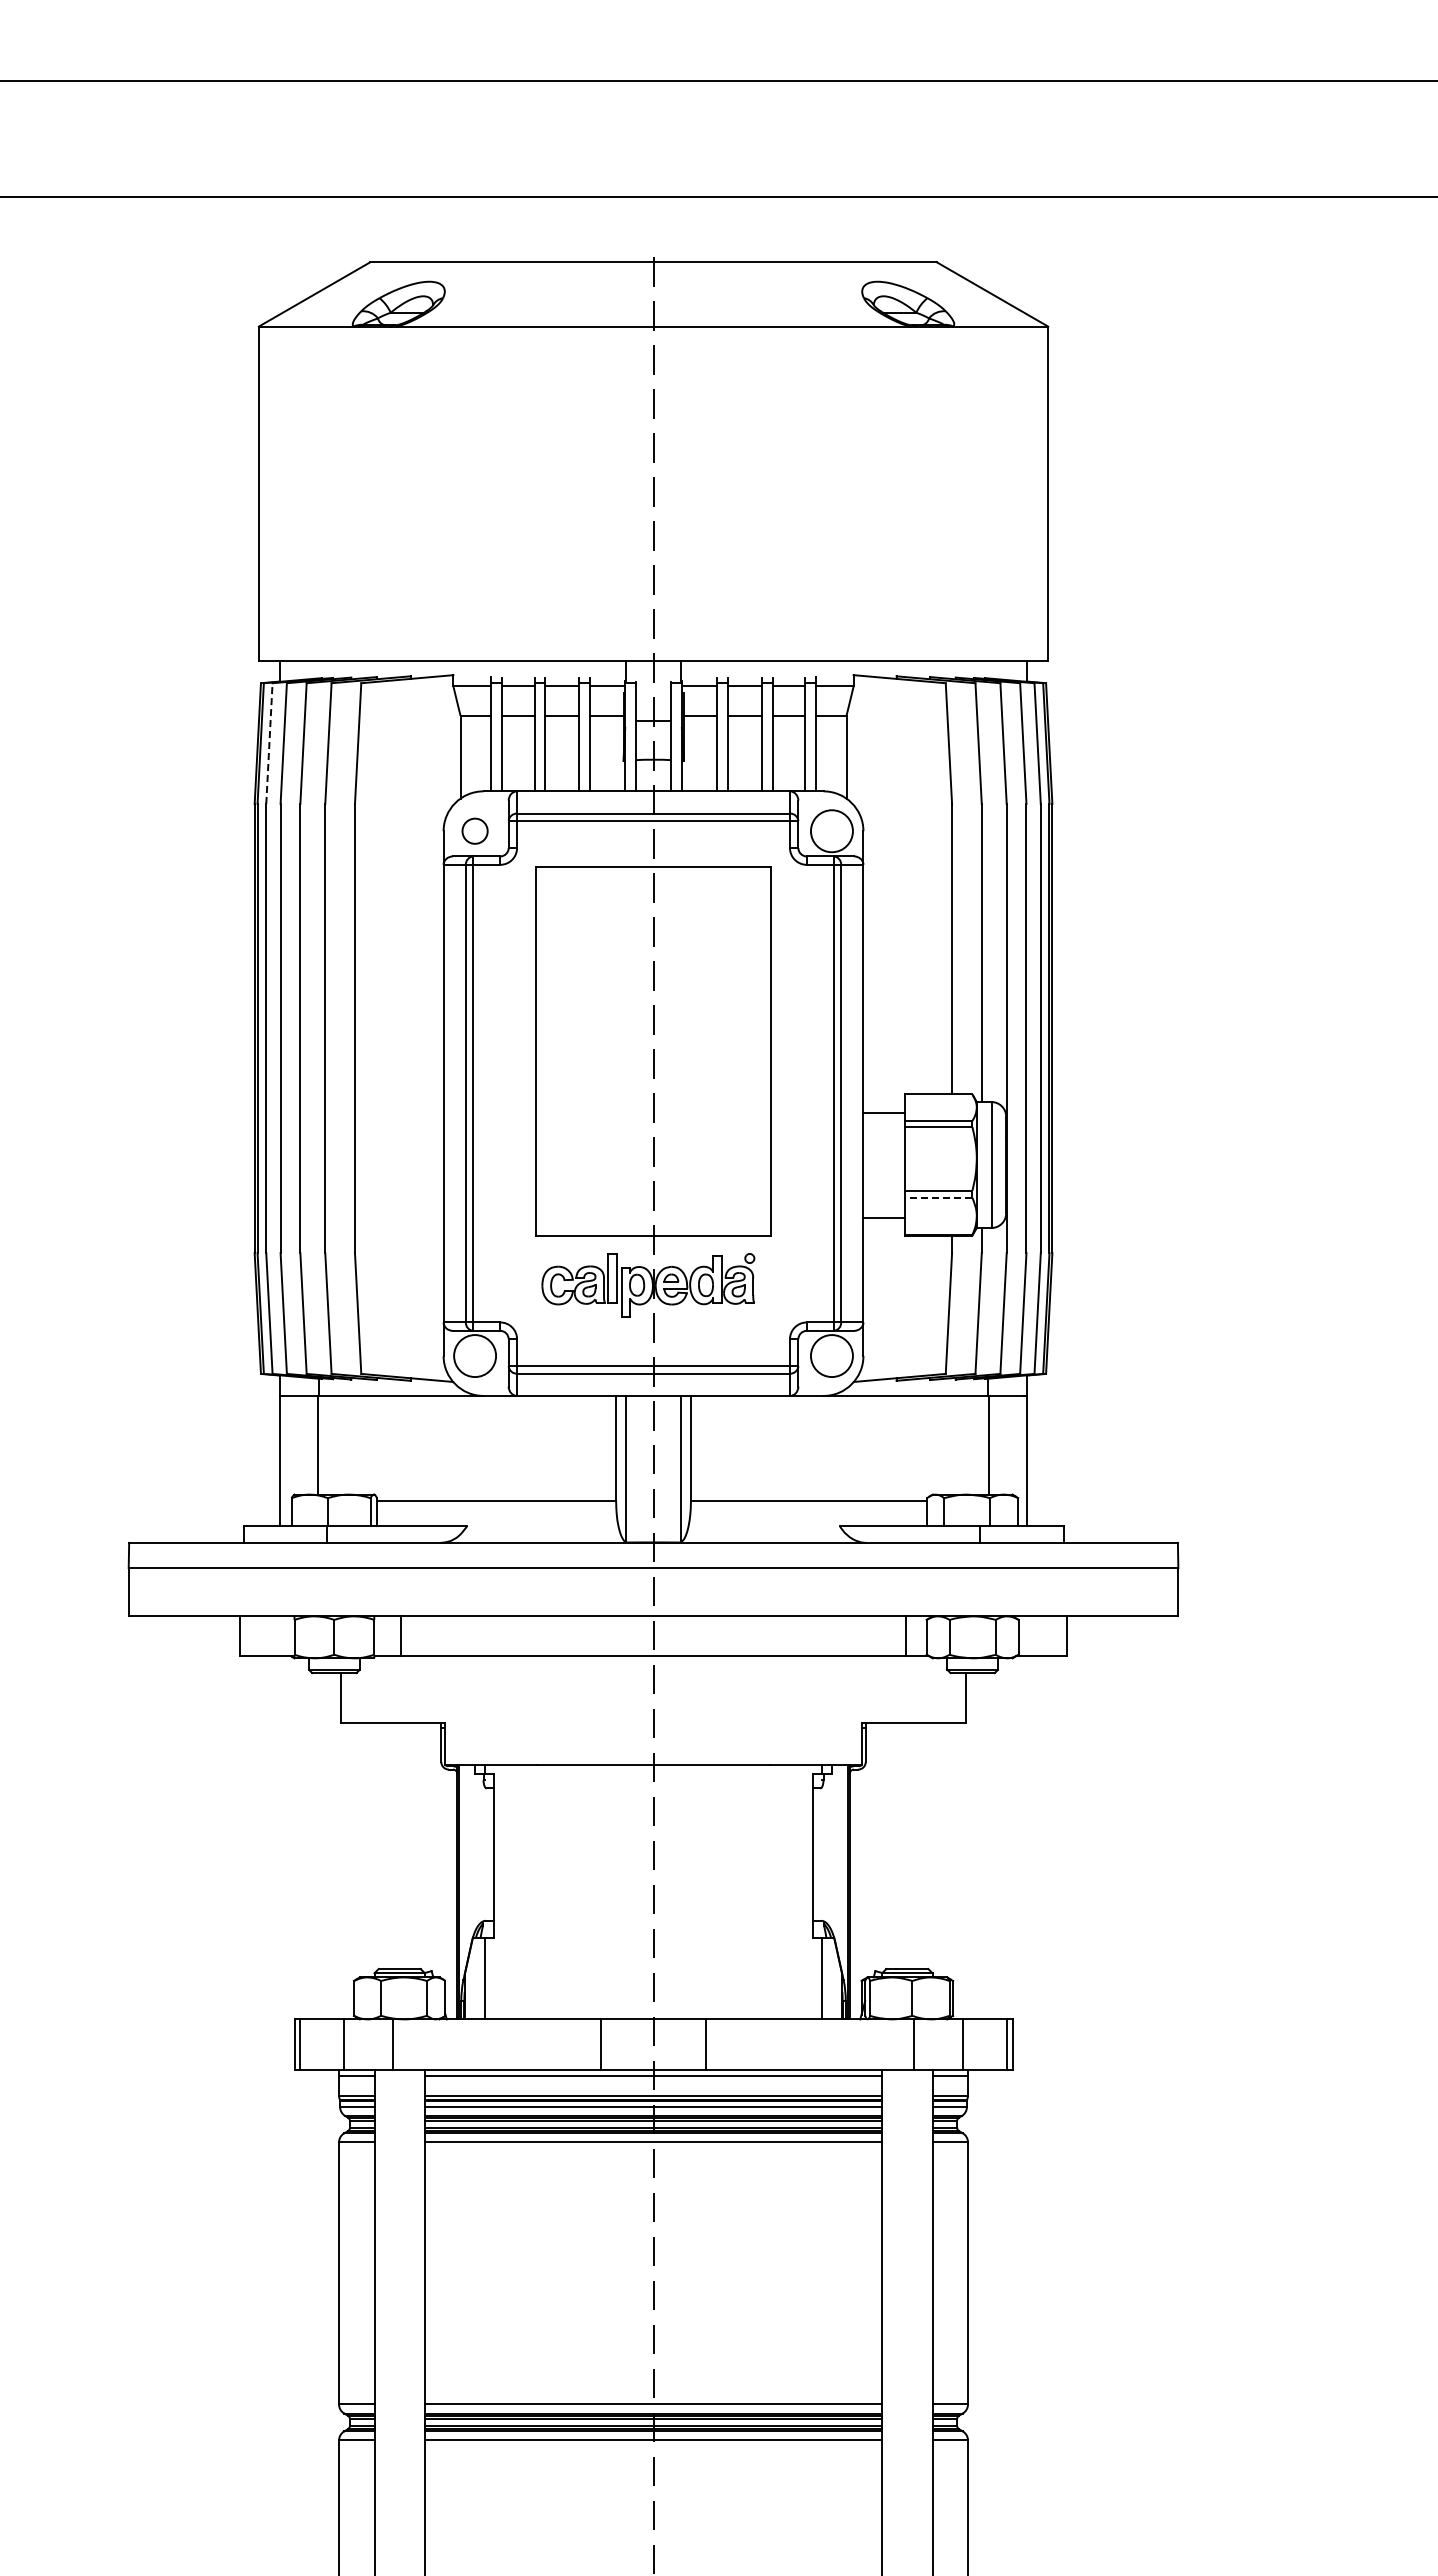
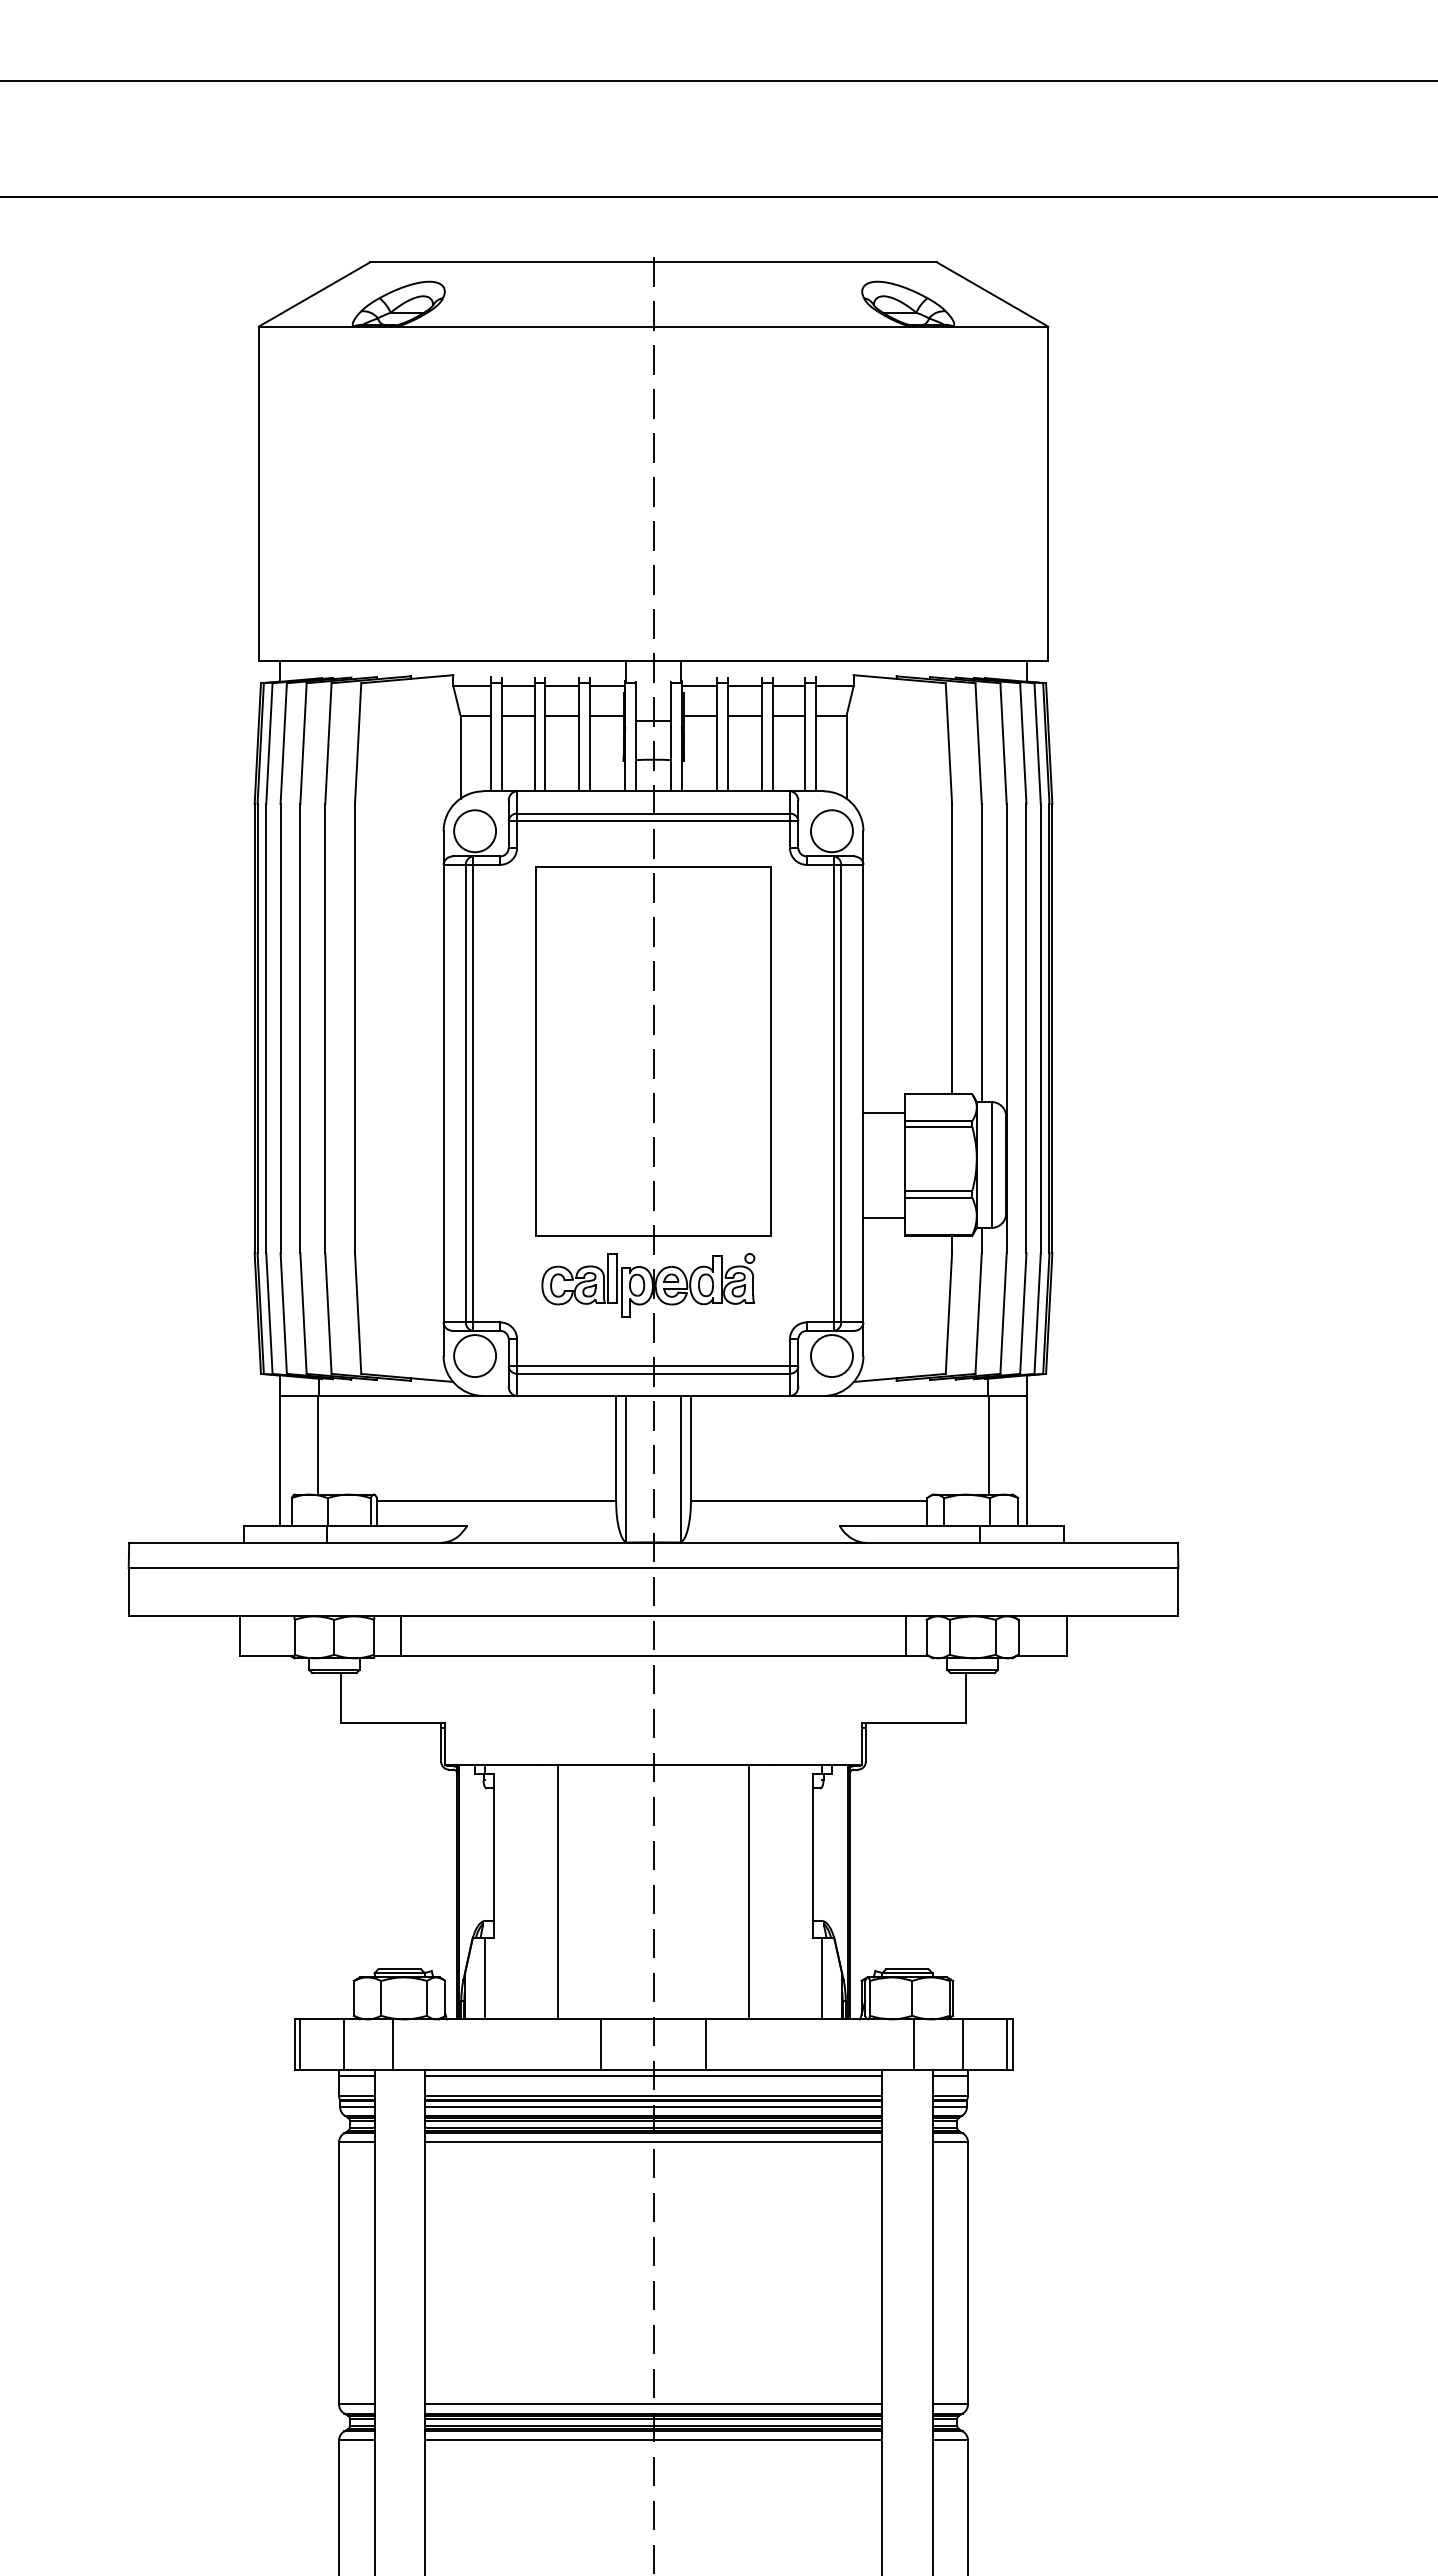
line at (269, 743): dashed -> solid
circle at (474, 830) diameter: 25 px -> 42 px
line at (938, 1197): dashed -> solid
line at (558, 1892): none -> present
line at (748, 1892): none -> present
